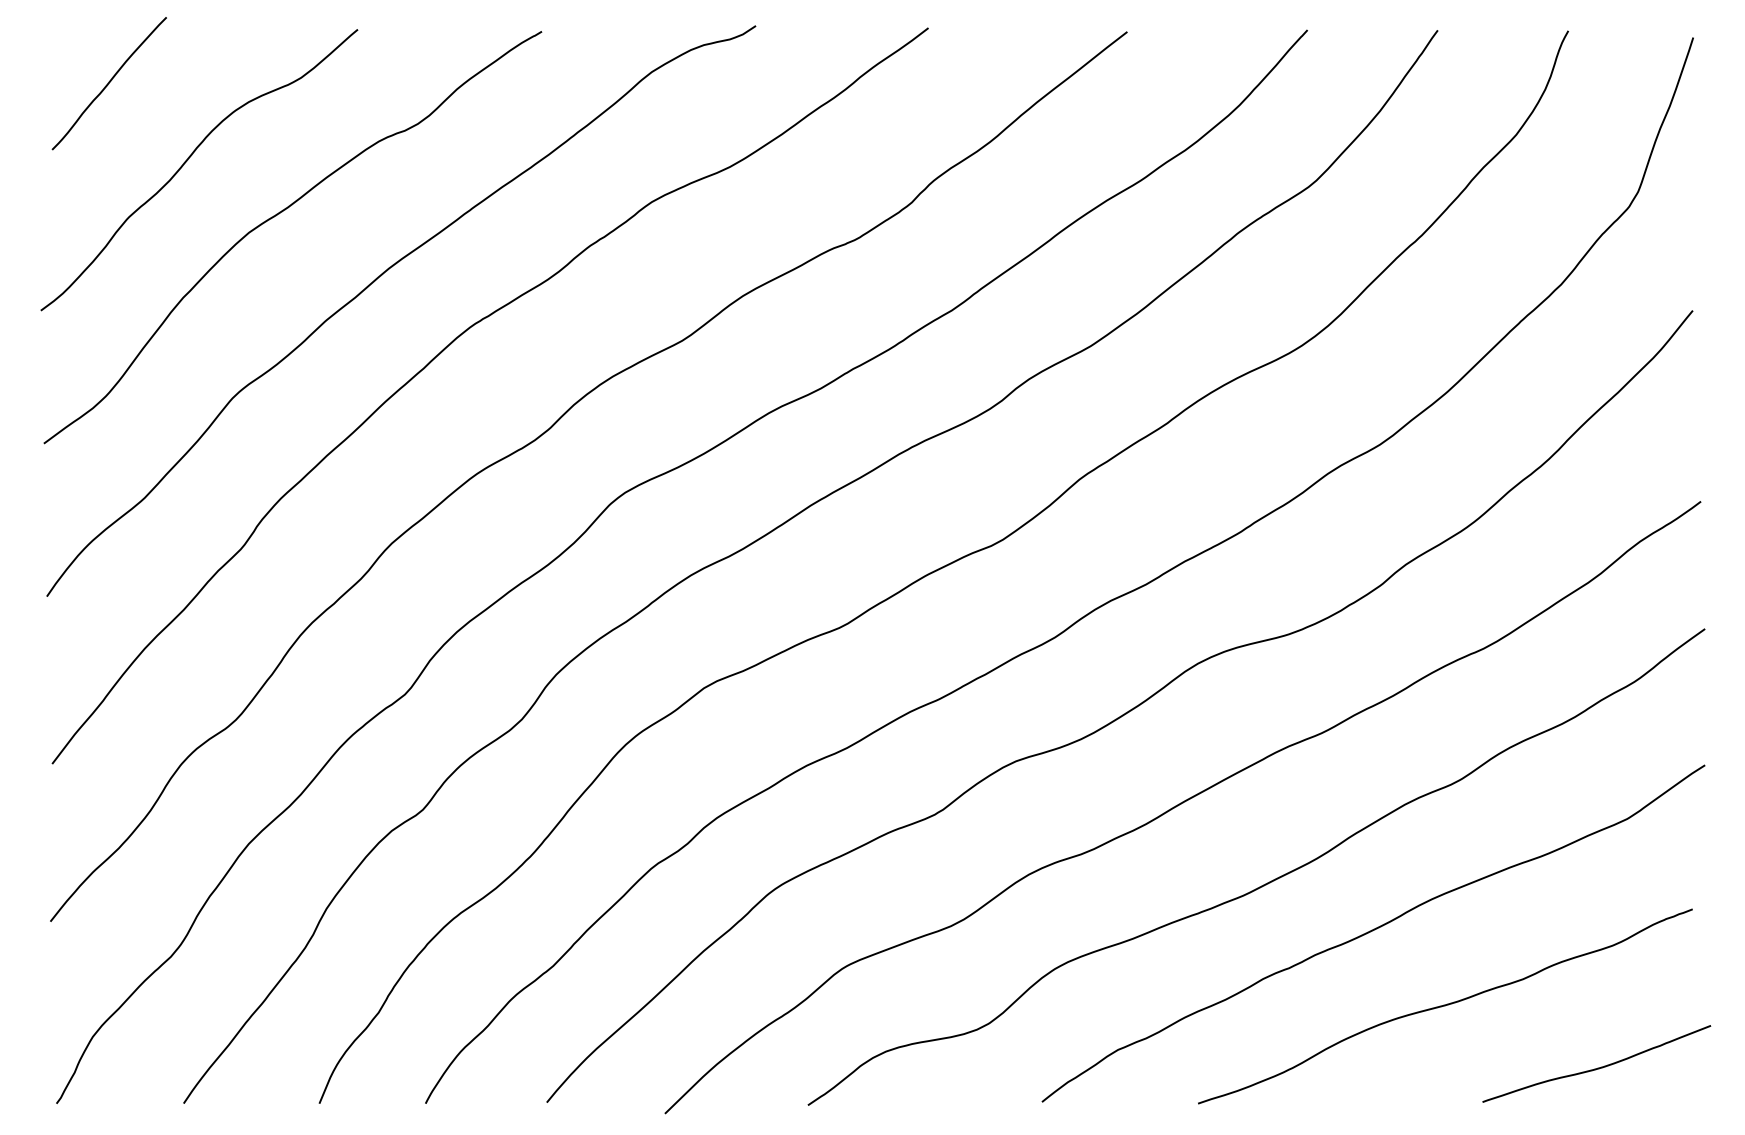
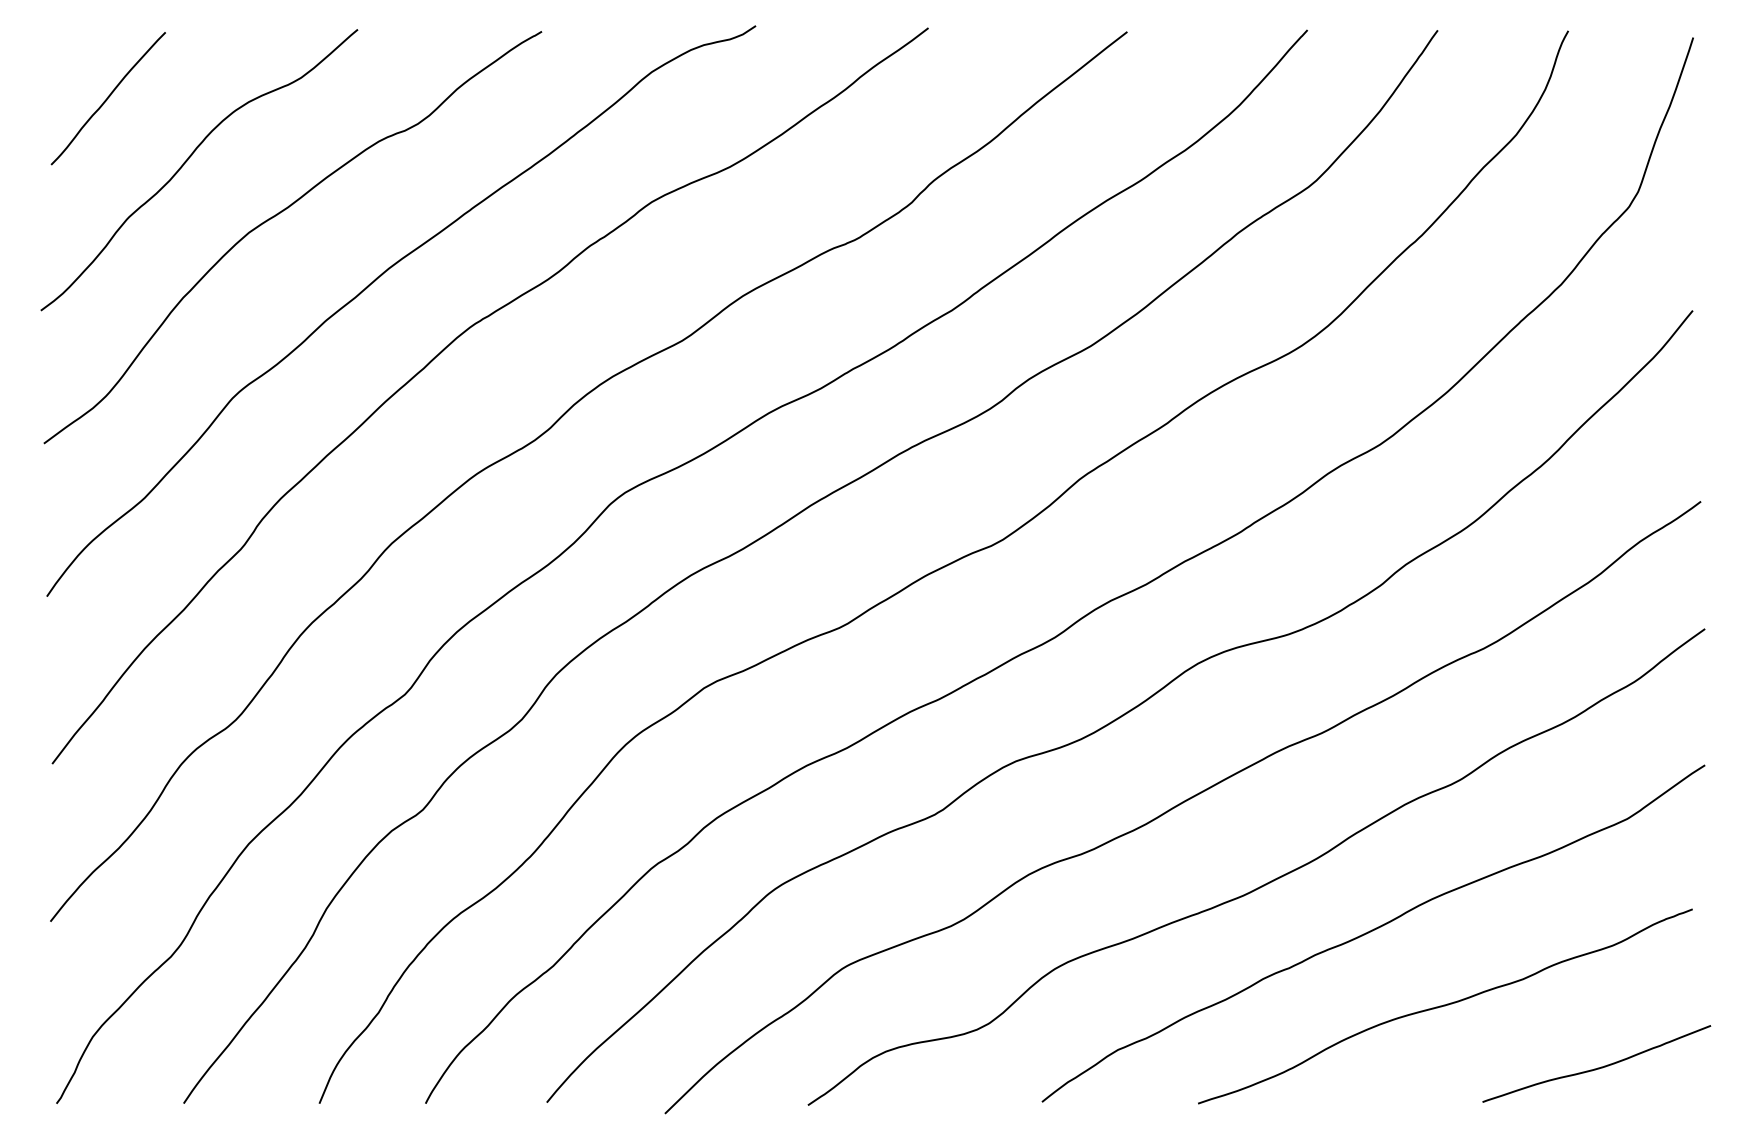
curve at (108, 83) position: (108, 83) -> (107, 98)
